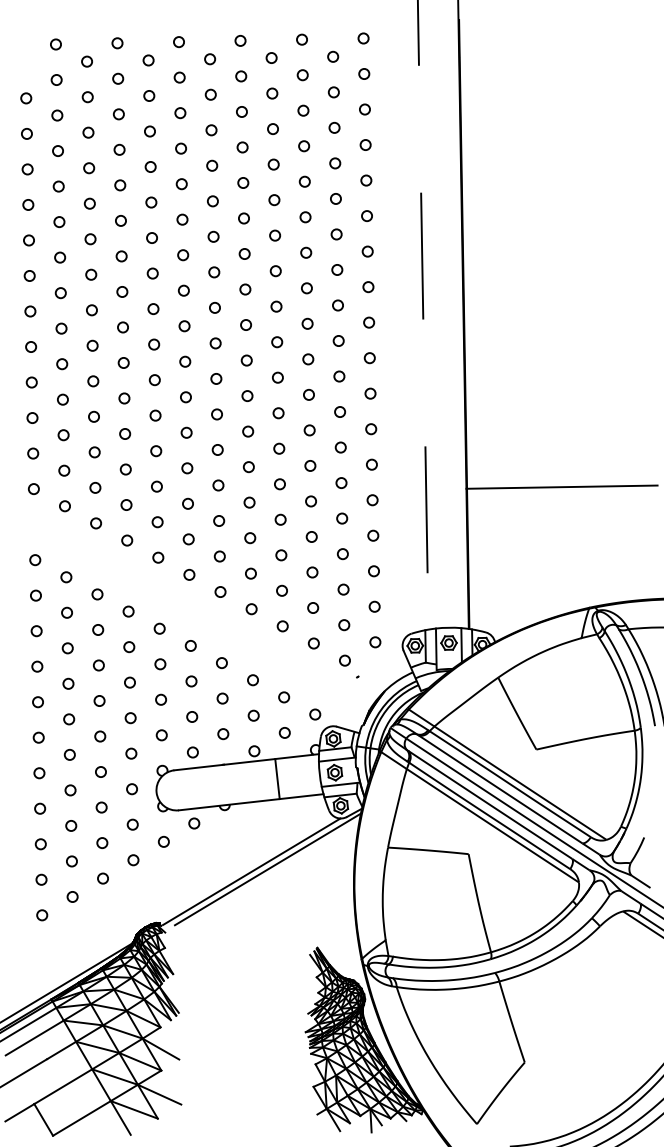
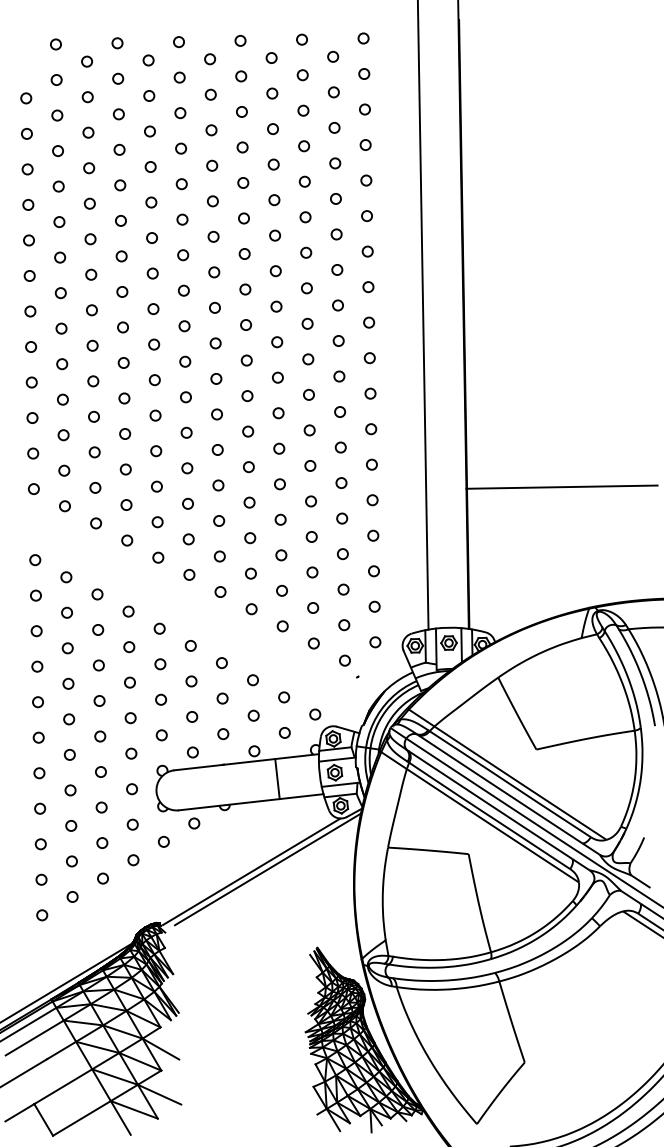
line at (423, 314): dashed -> solid
